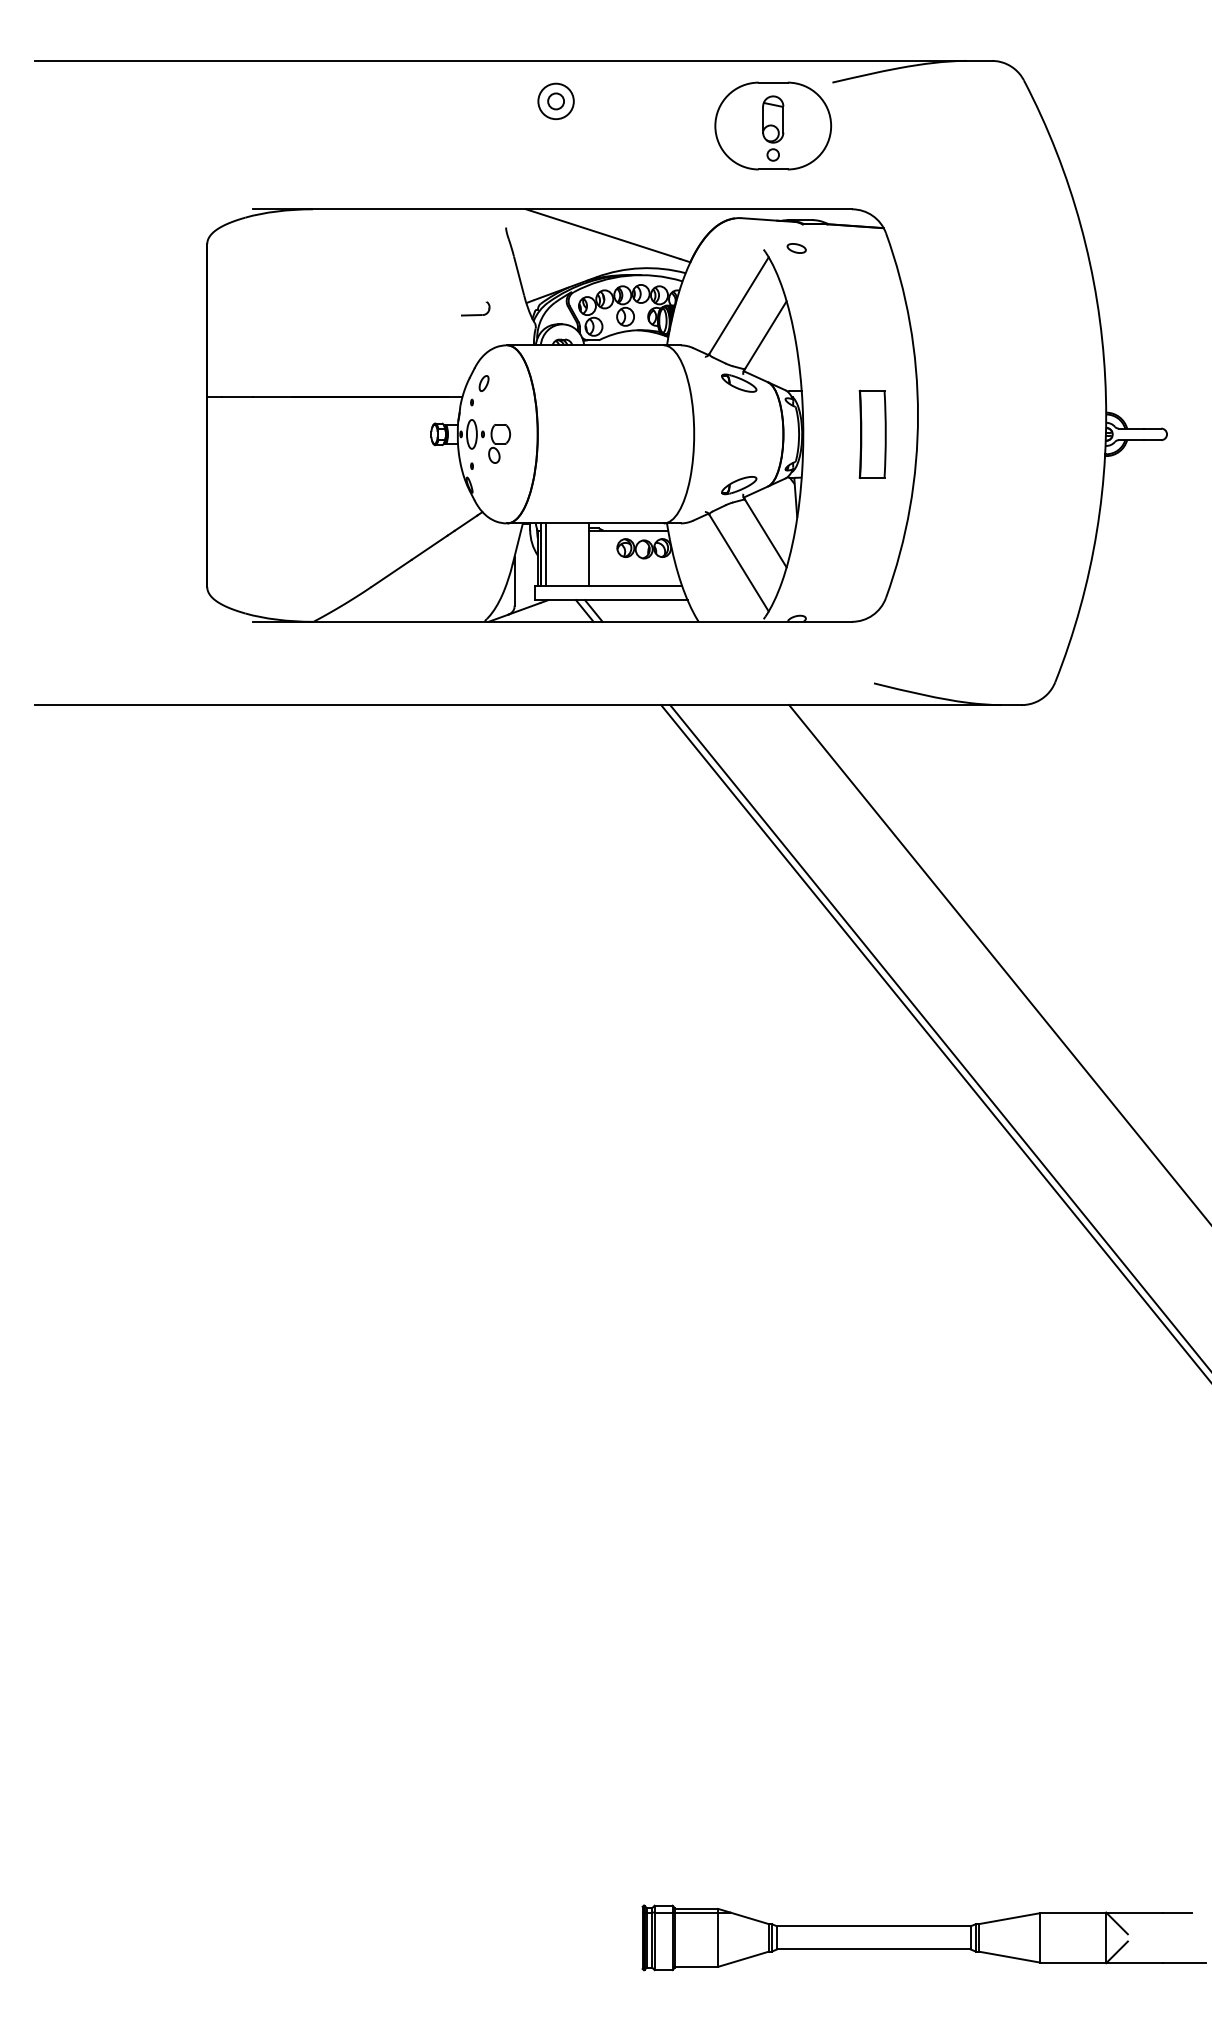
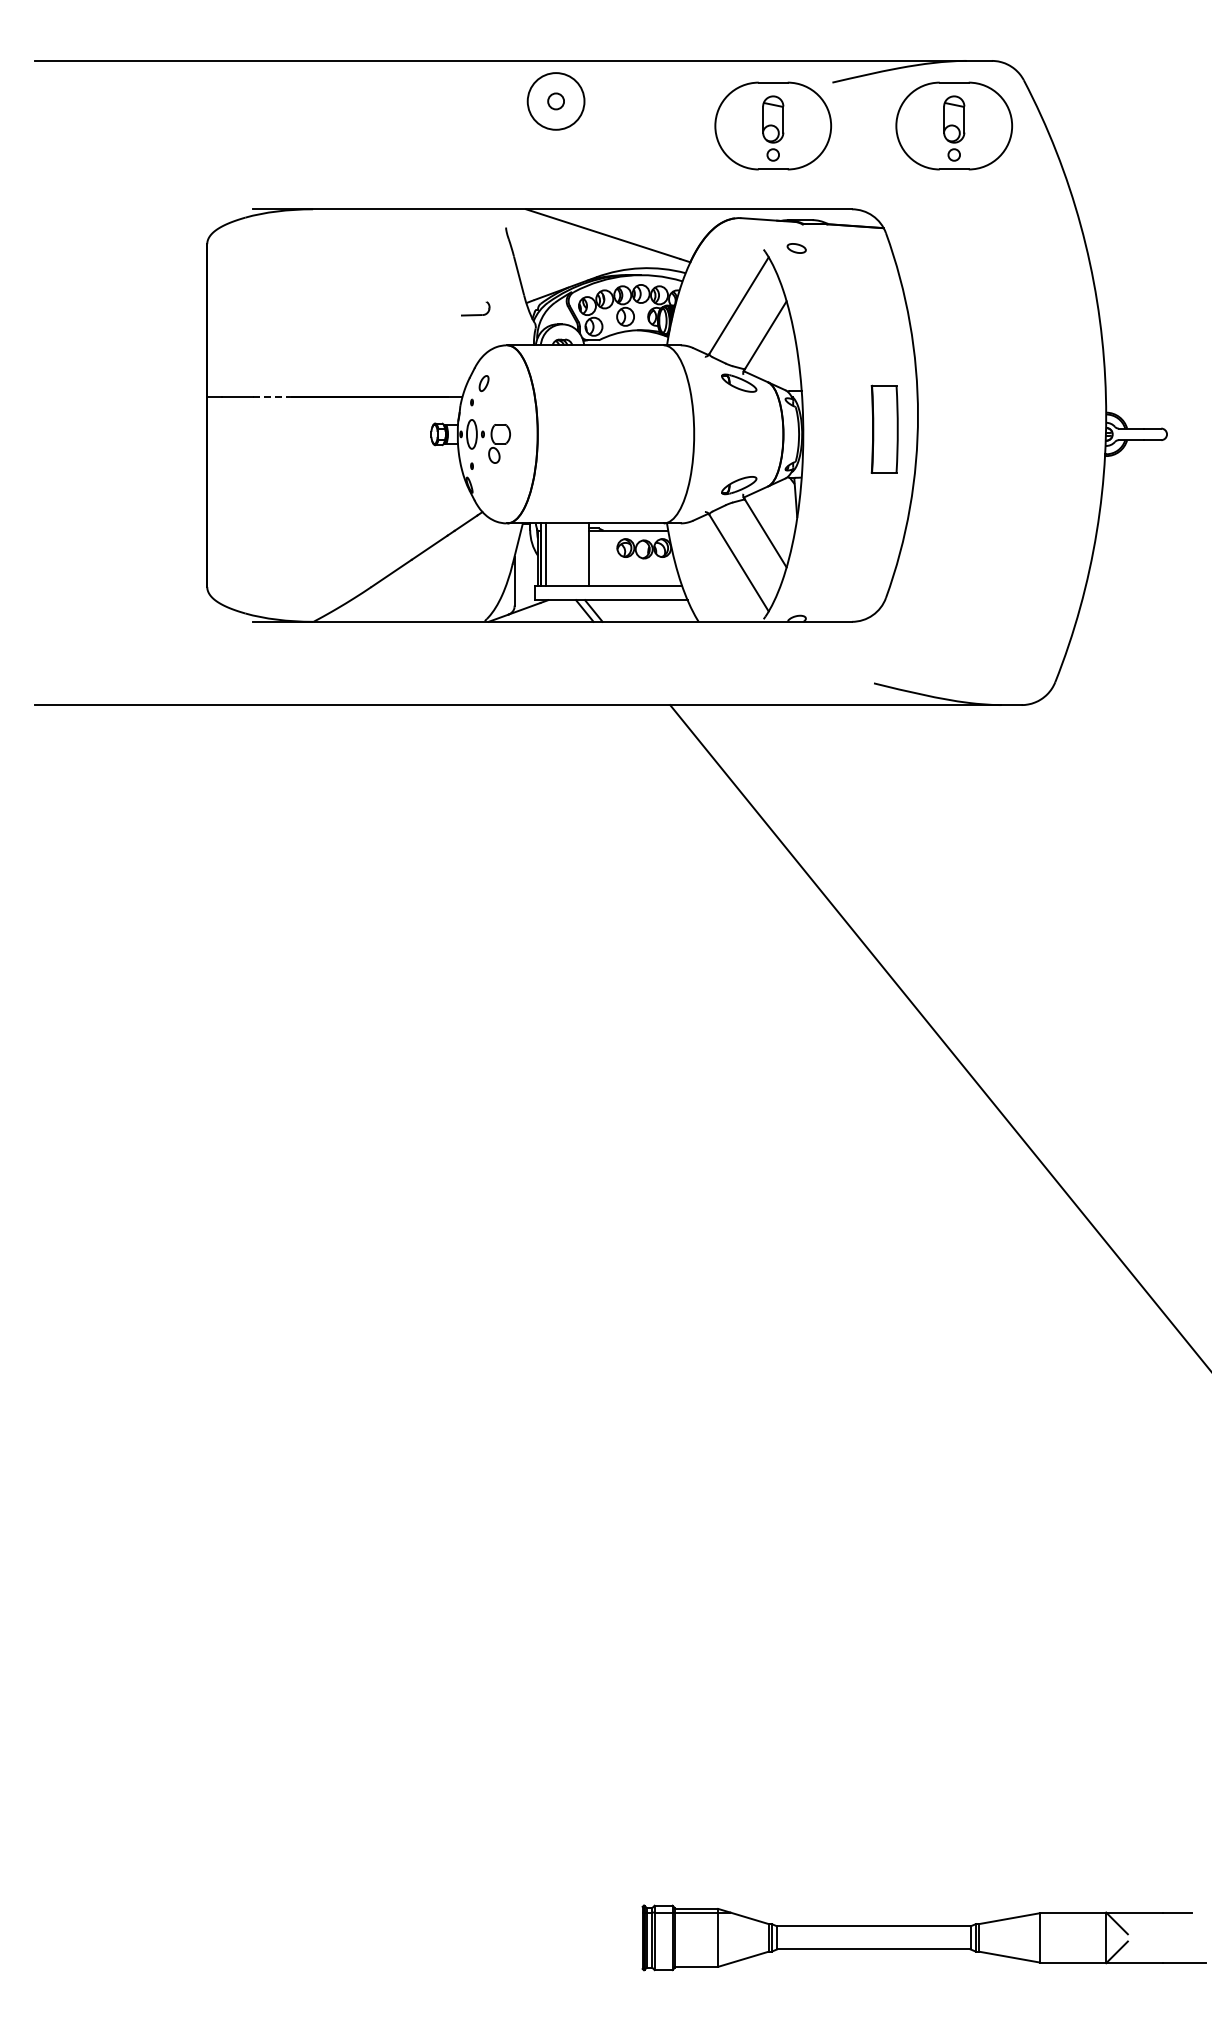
circle at (555, 101) diameter: 35 px -> 57 px
part at (954, 125): none -> present
line at (273, 397): solid -> dashed
part at (872, 433) position: (872, 433) -> (884, 428)
line at (998, 963): present -> none
line at (934, 1042): present -> none
